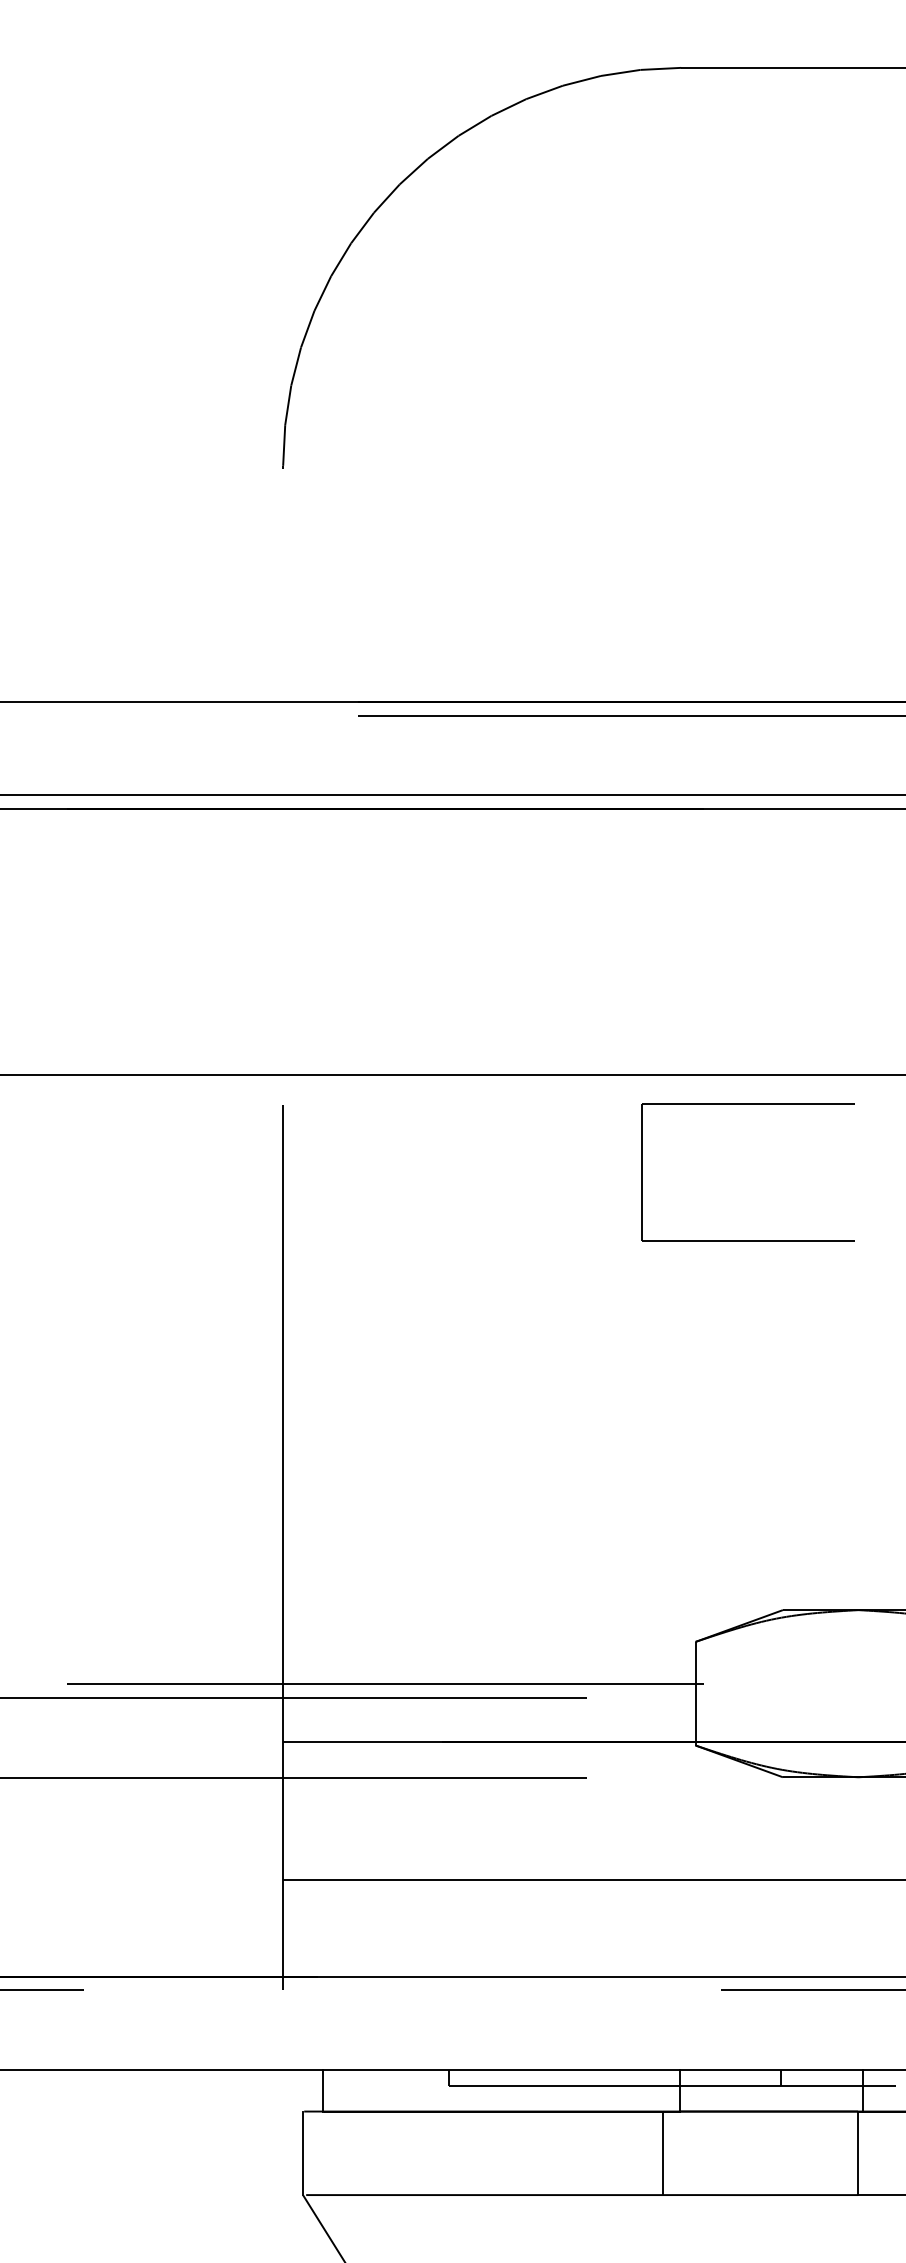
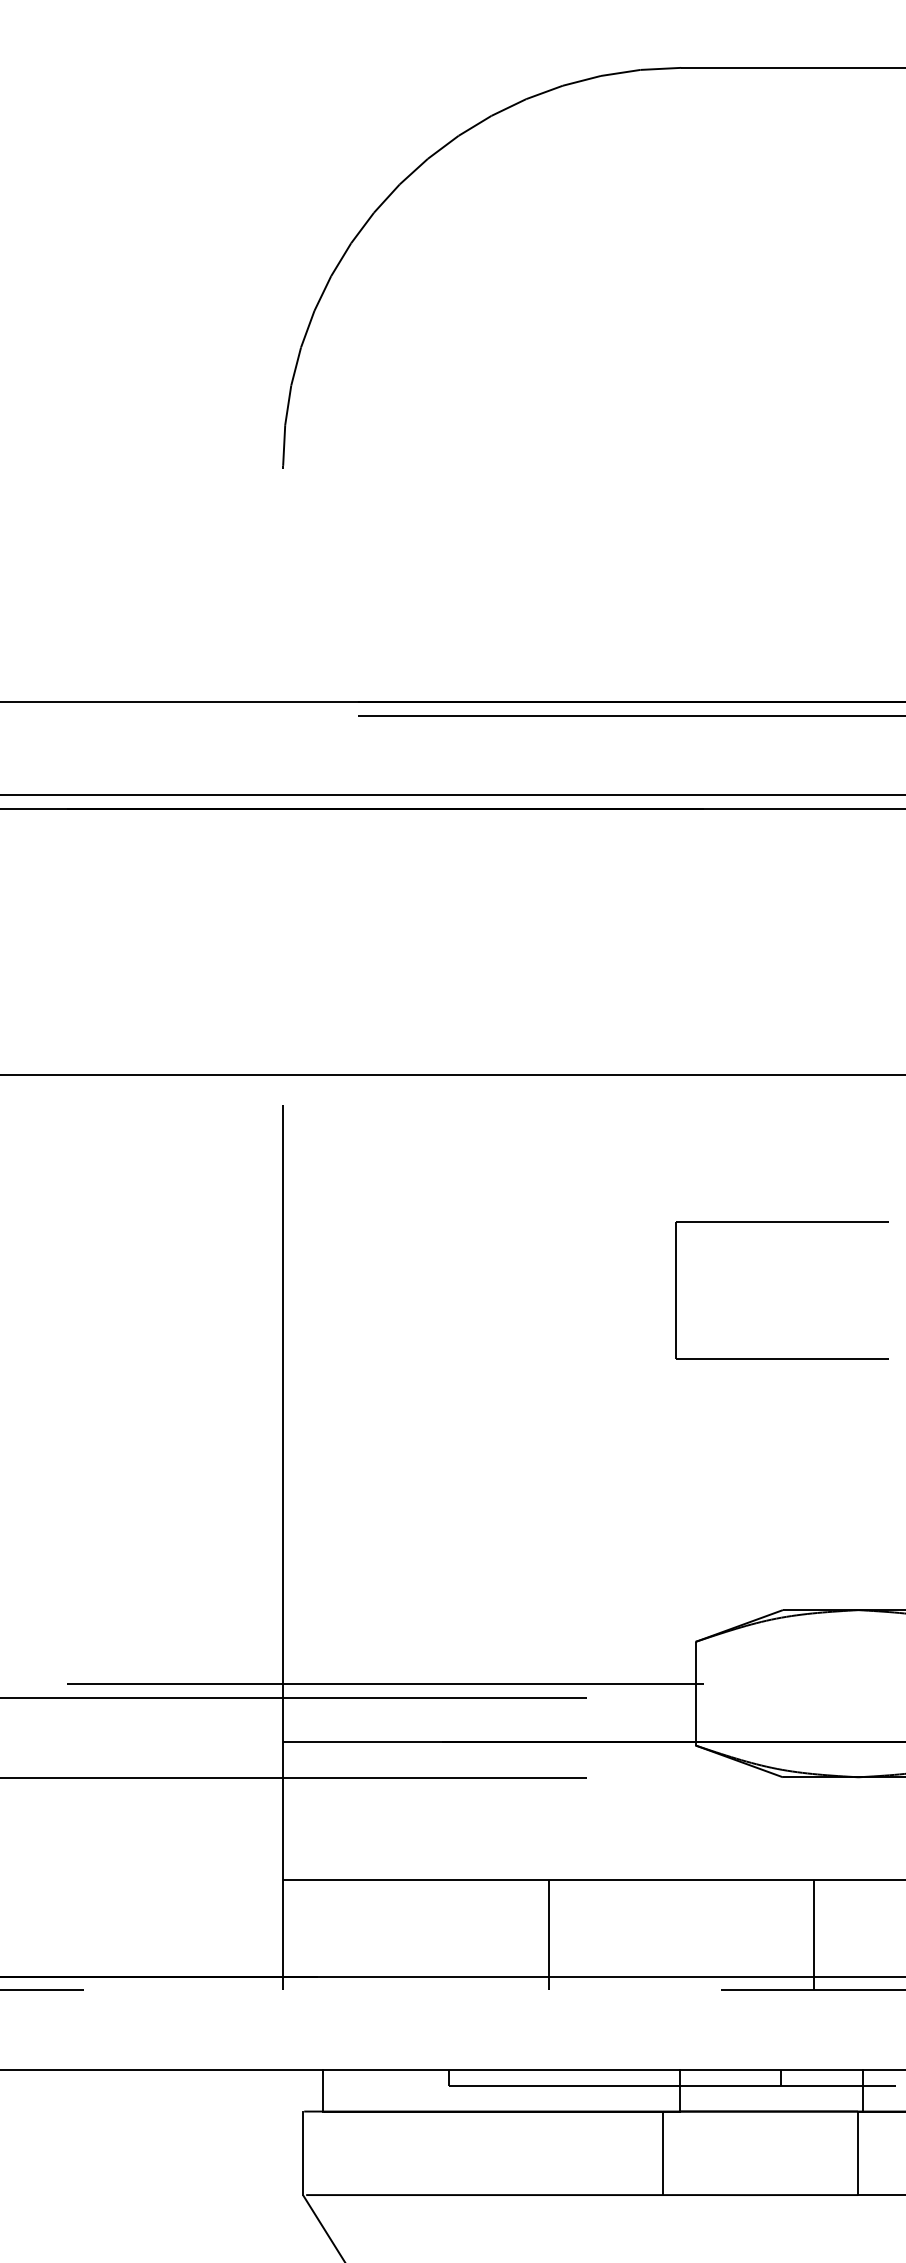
part at (747, 1104) position: (747, 1104) -> (781, 1222)
line at (548, 1935): none -> present
line at (813, 1935): none -> present
